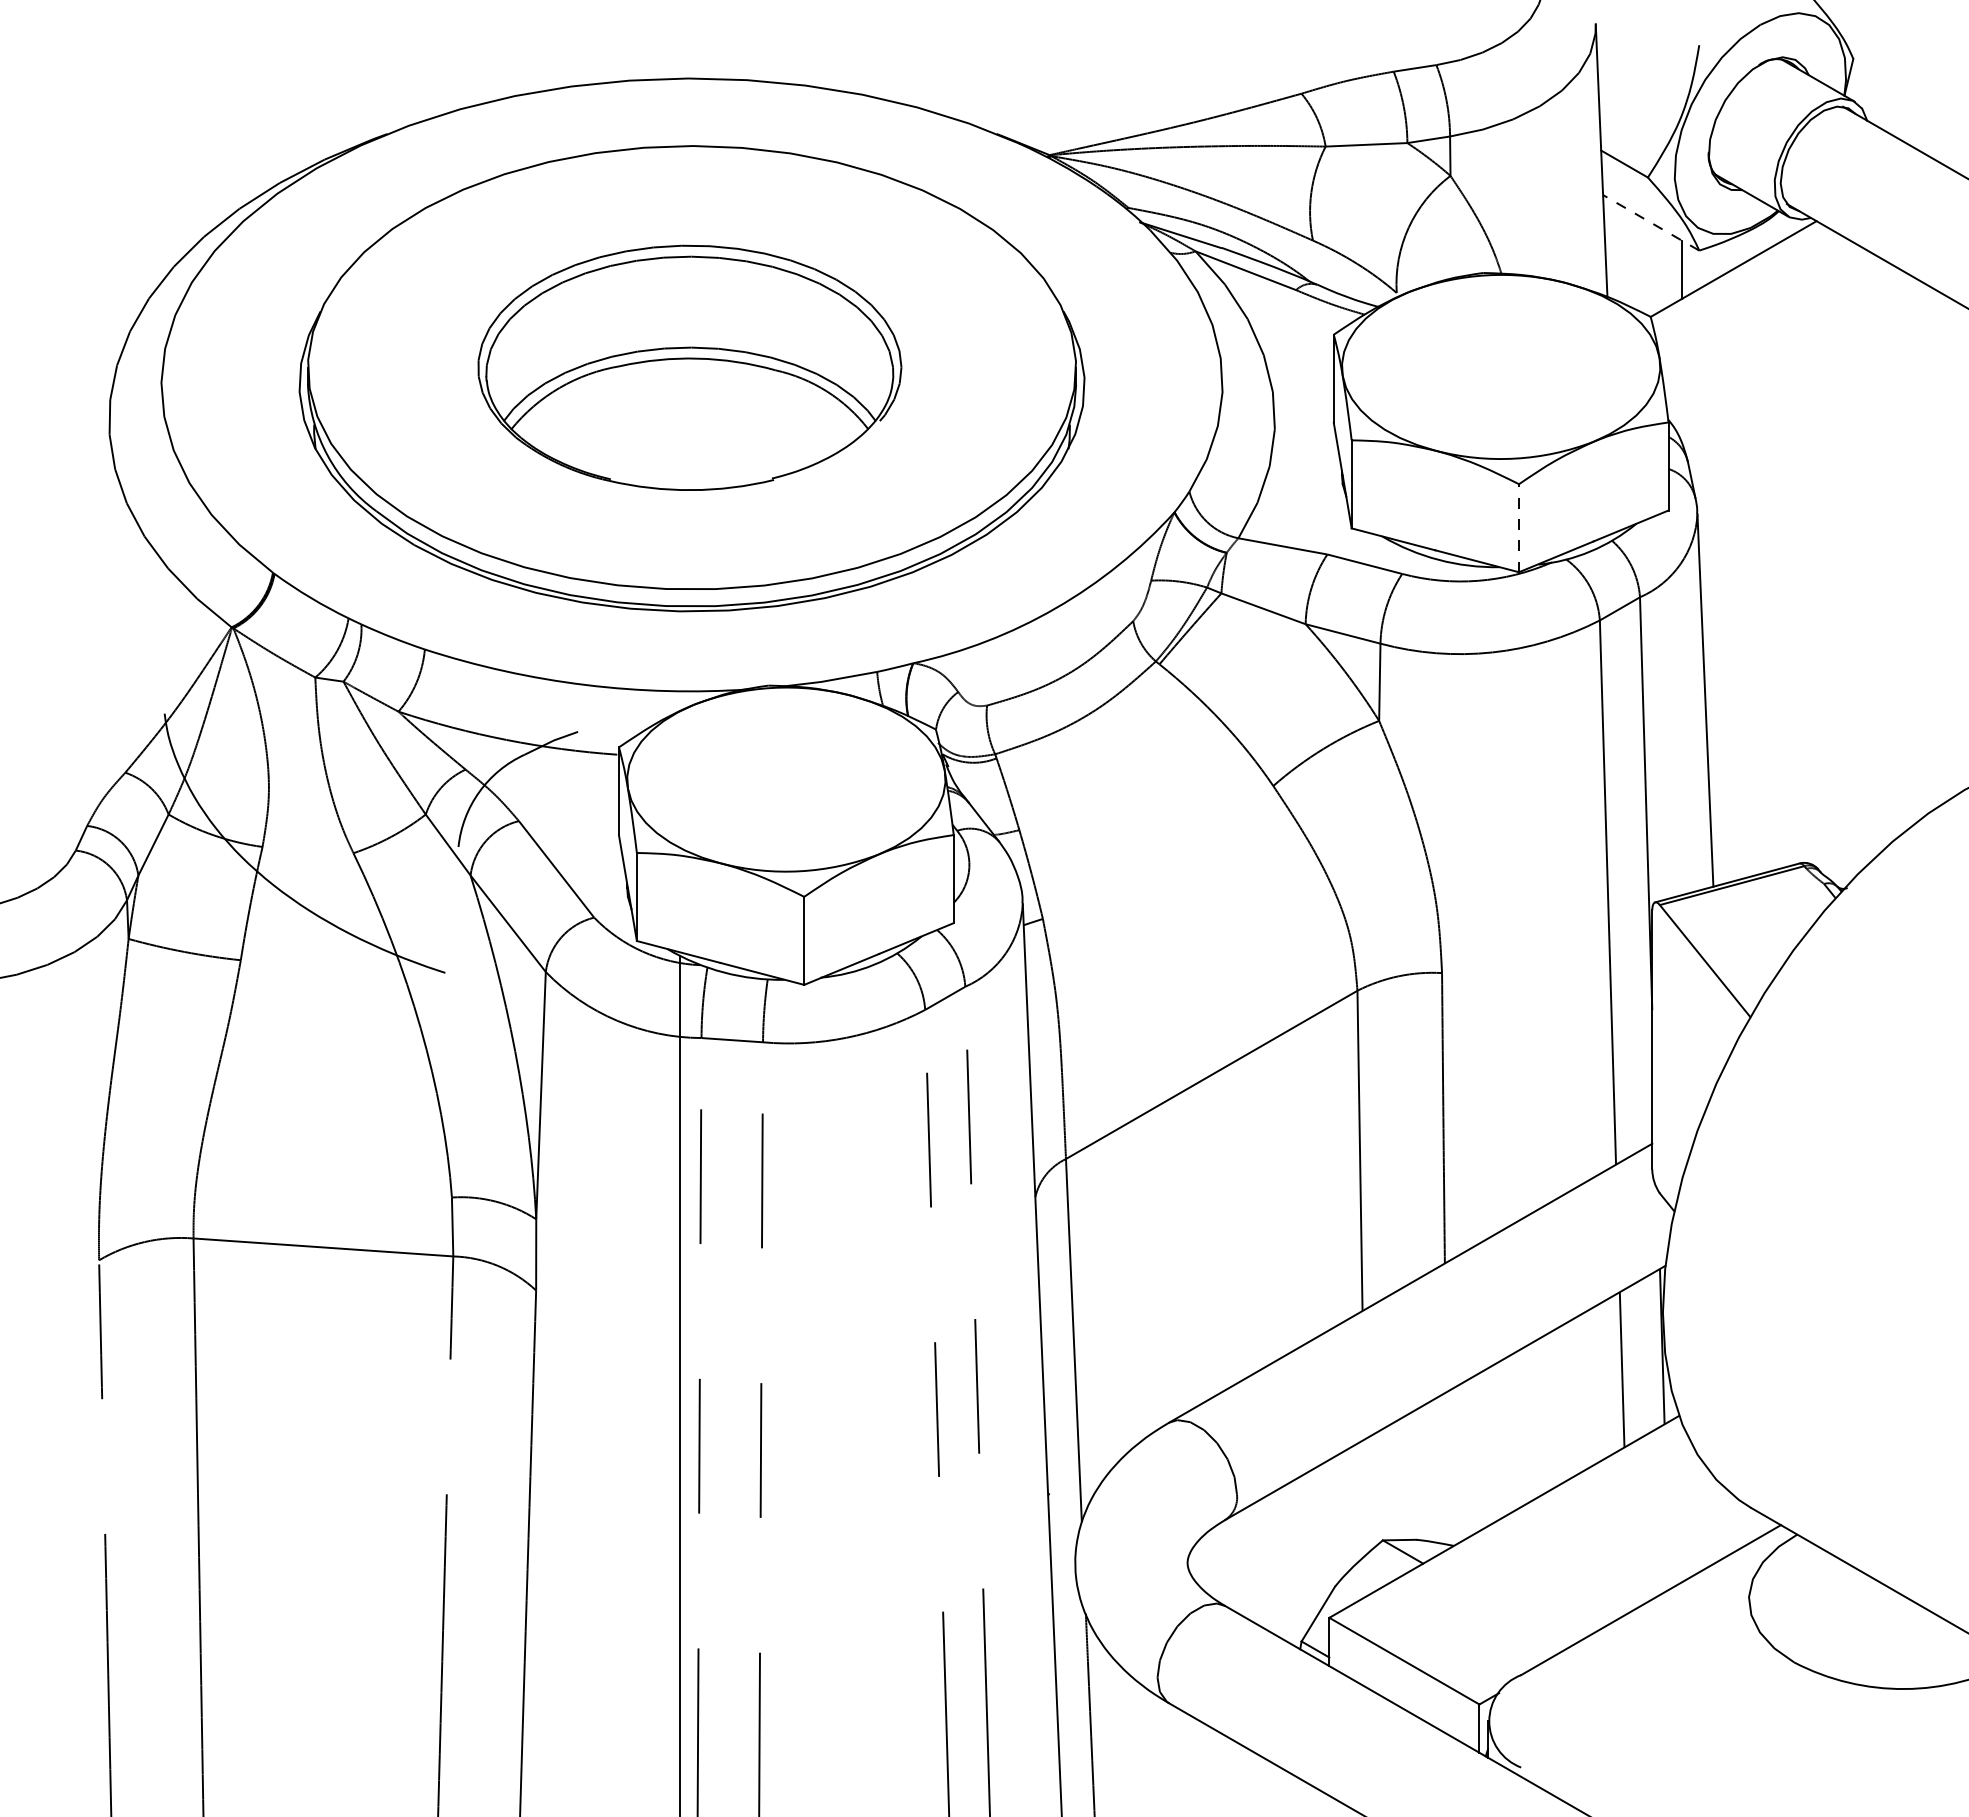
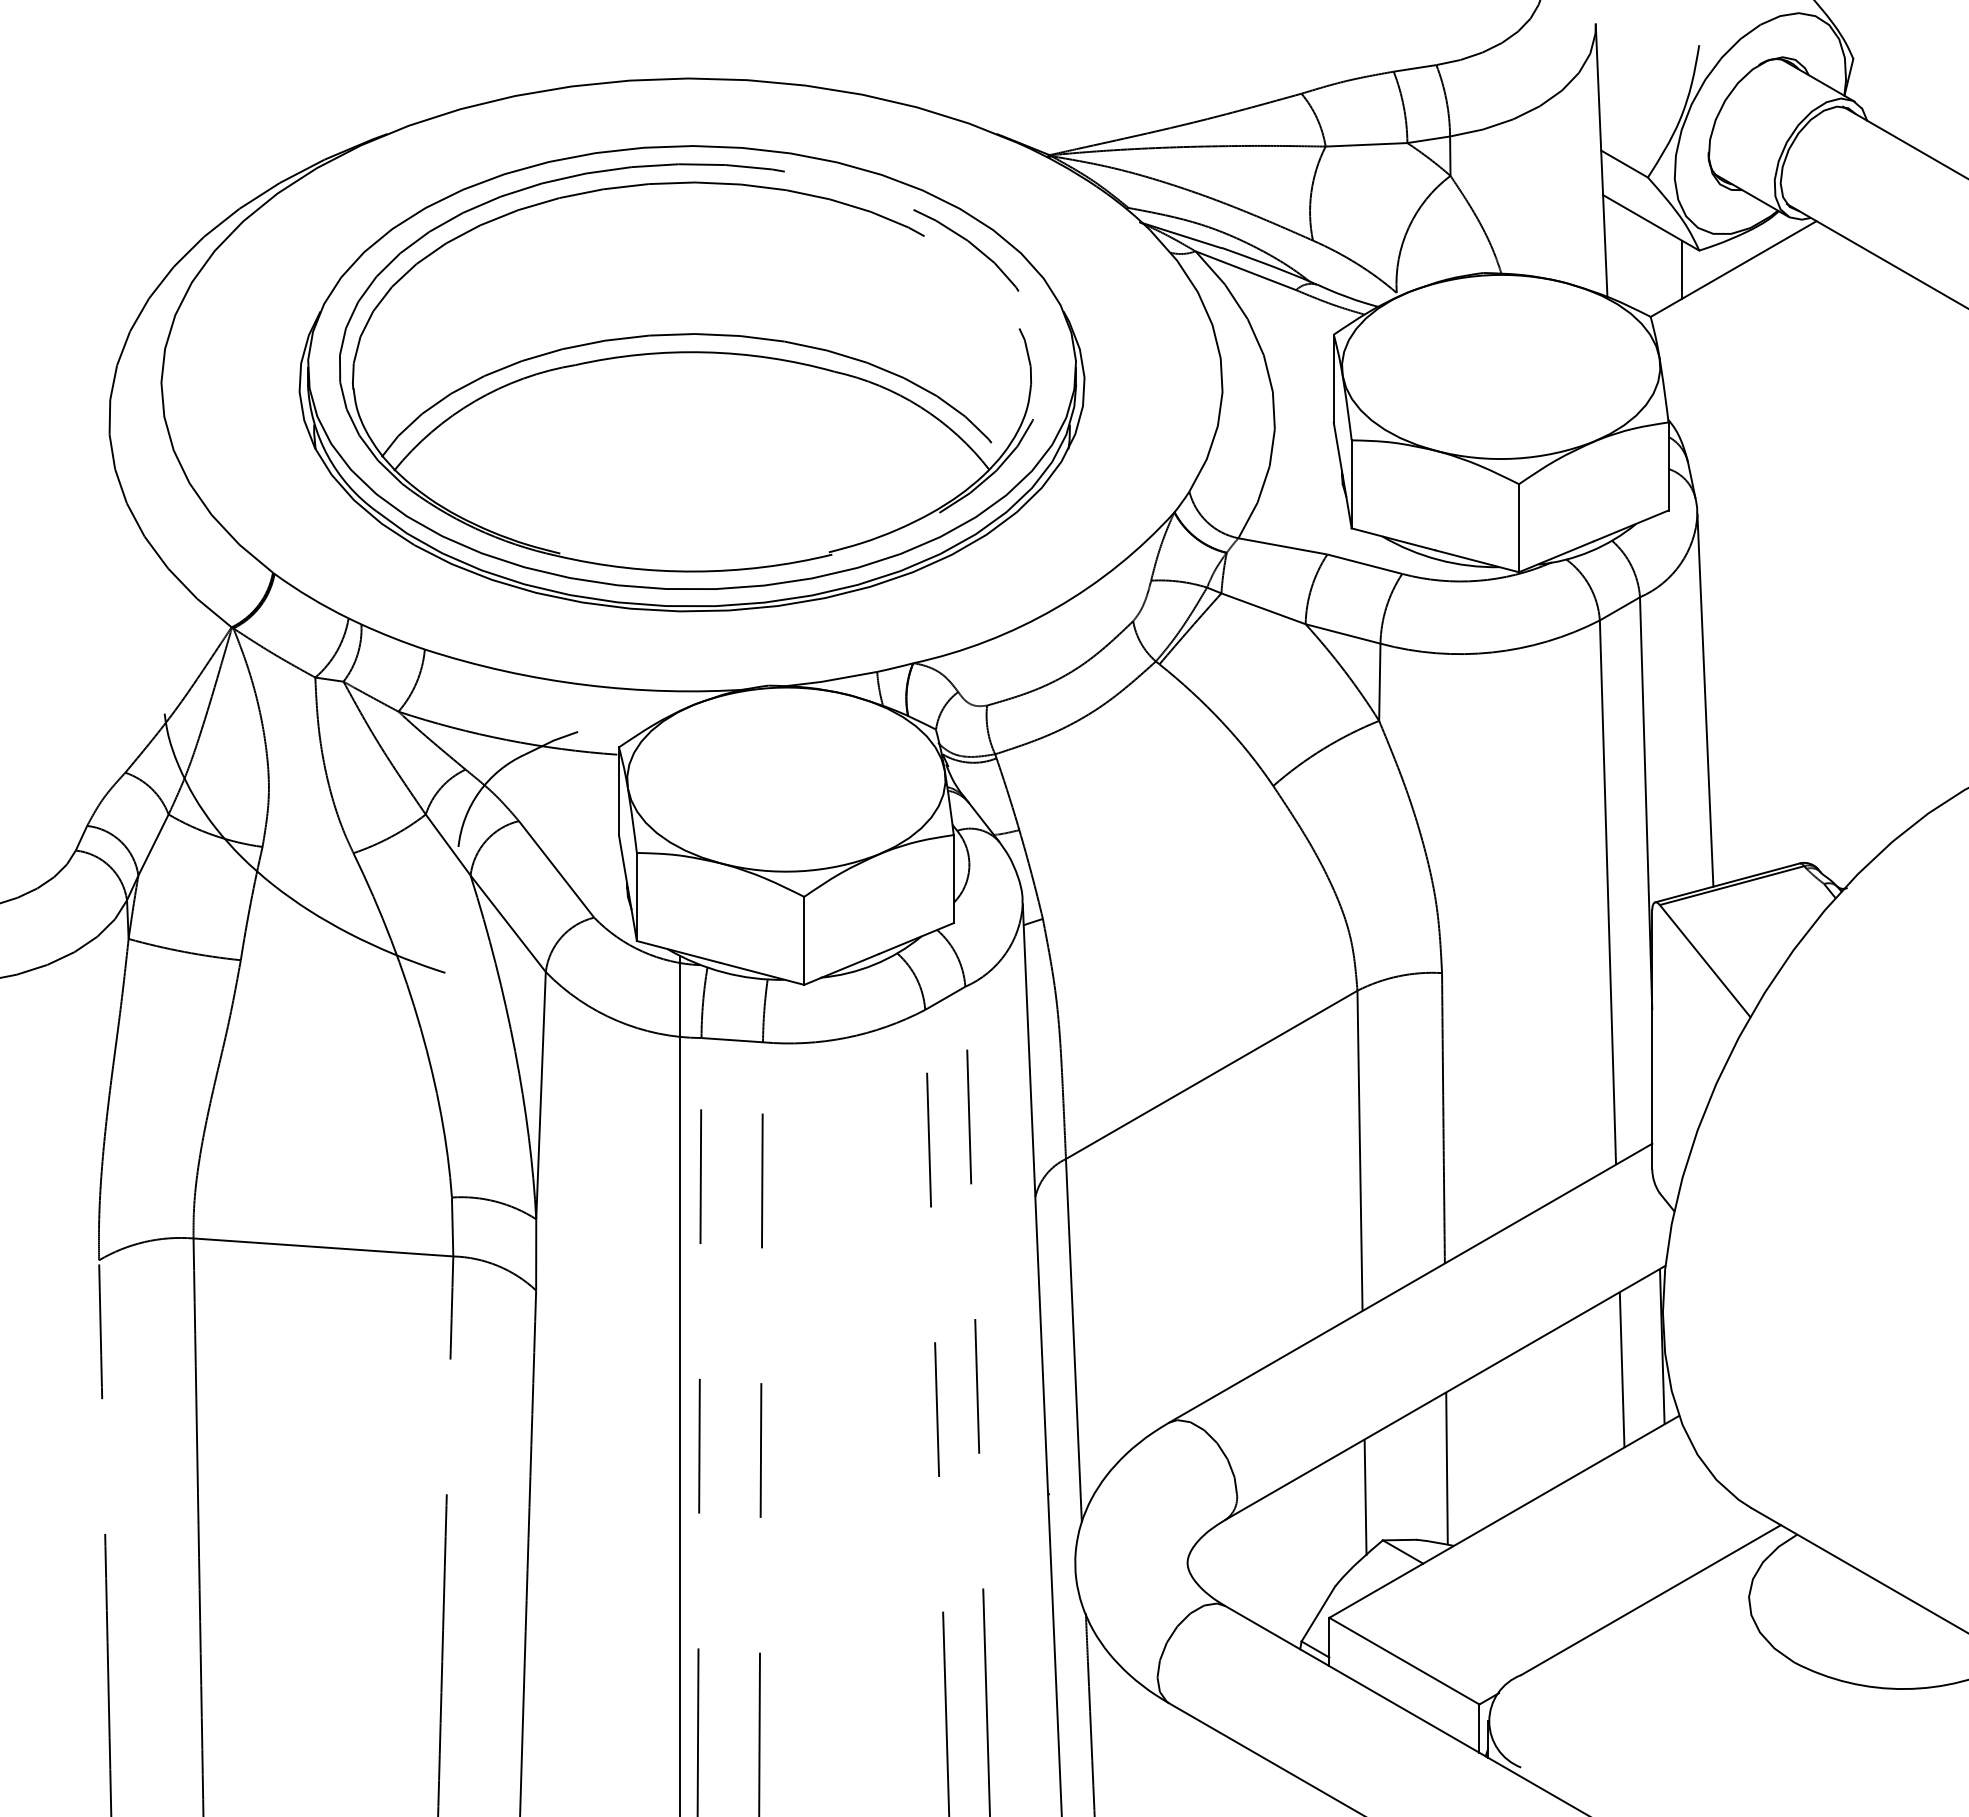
line at (1651, 222): dashed -> solid
part at (688, 367) size: 424x247 px -> 695x410 px
line at (1519, 527): dashed -> solid
line at (1446, 1468): none -> present
line at (1365, 1497): none -> present
